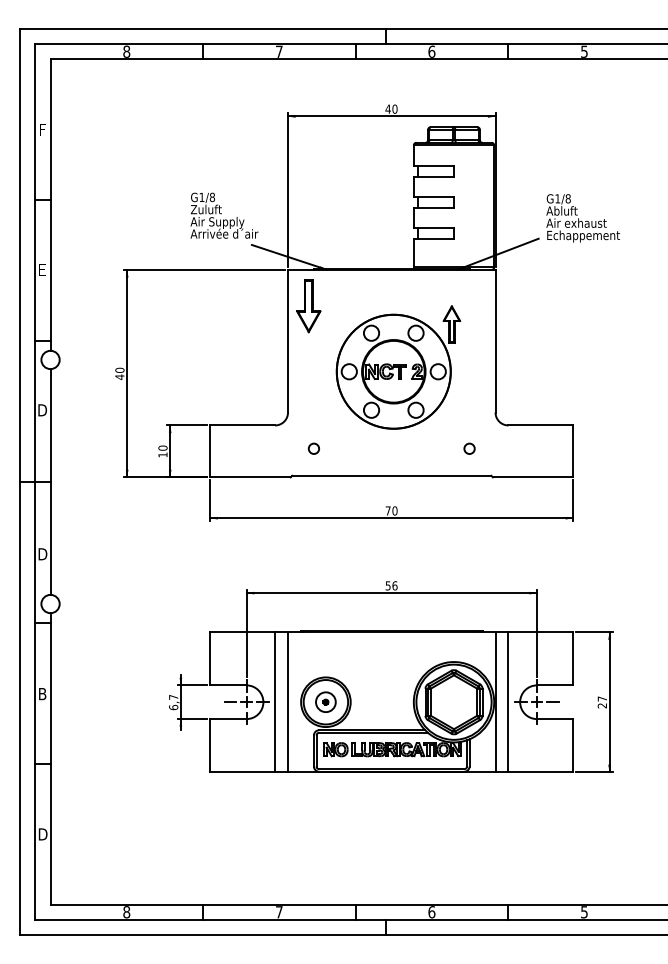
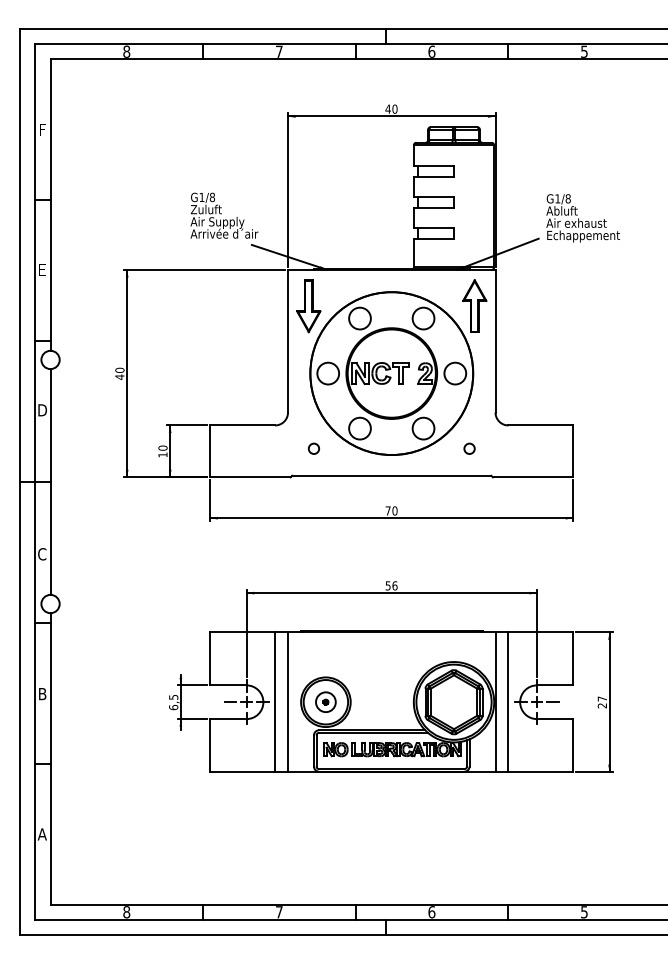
part at (398, 367) size: 127x125 px -> 179x177 px
text at (42, 554): D -> C
text at (173, 697): 6,7 -> 6,5
text at (42, 834): D -> A
